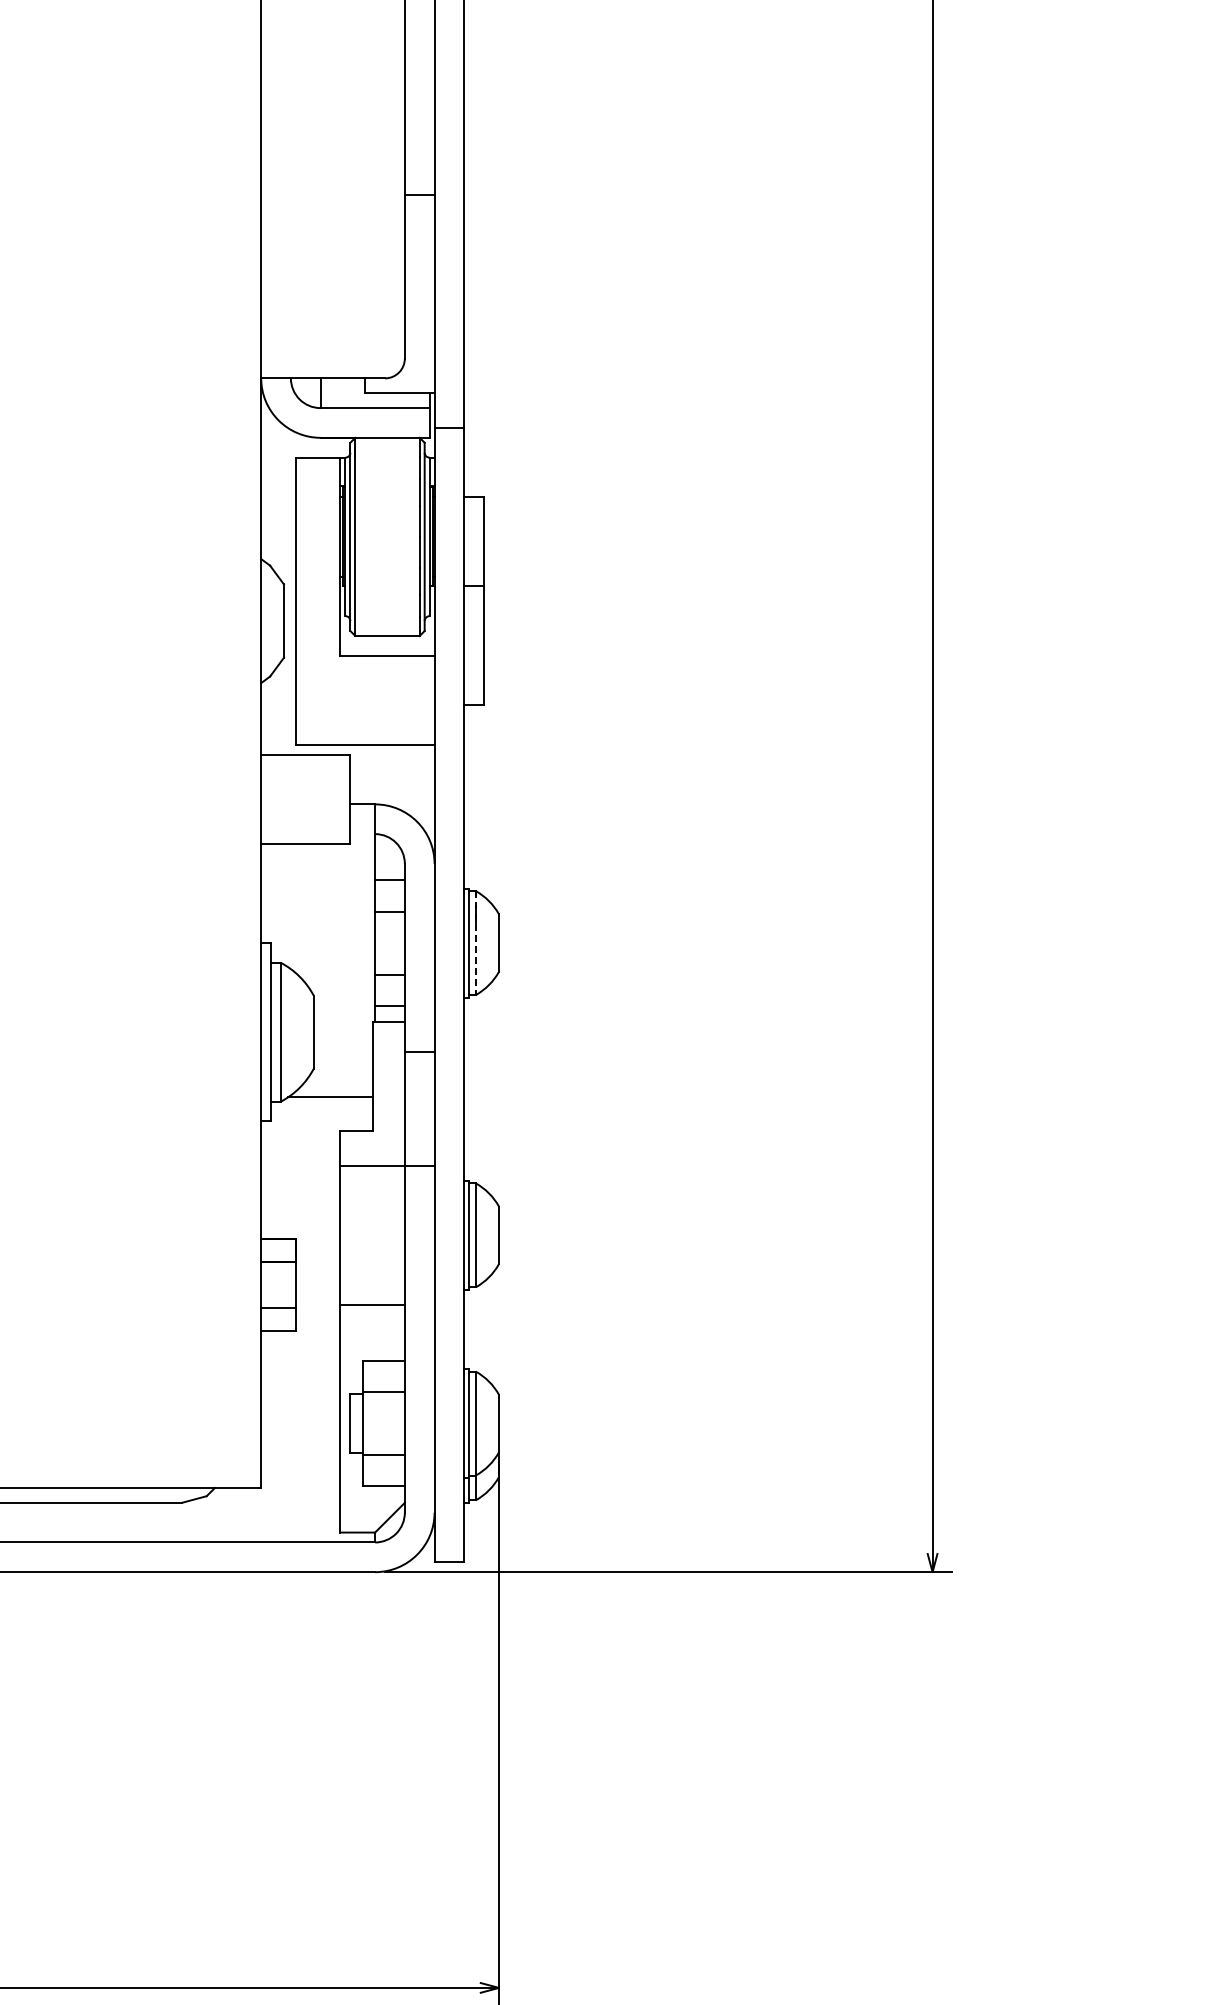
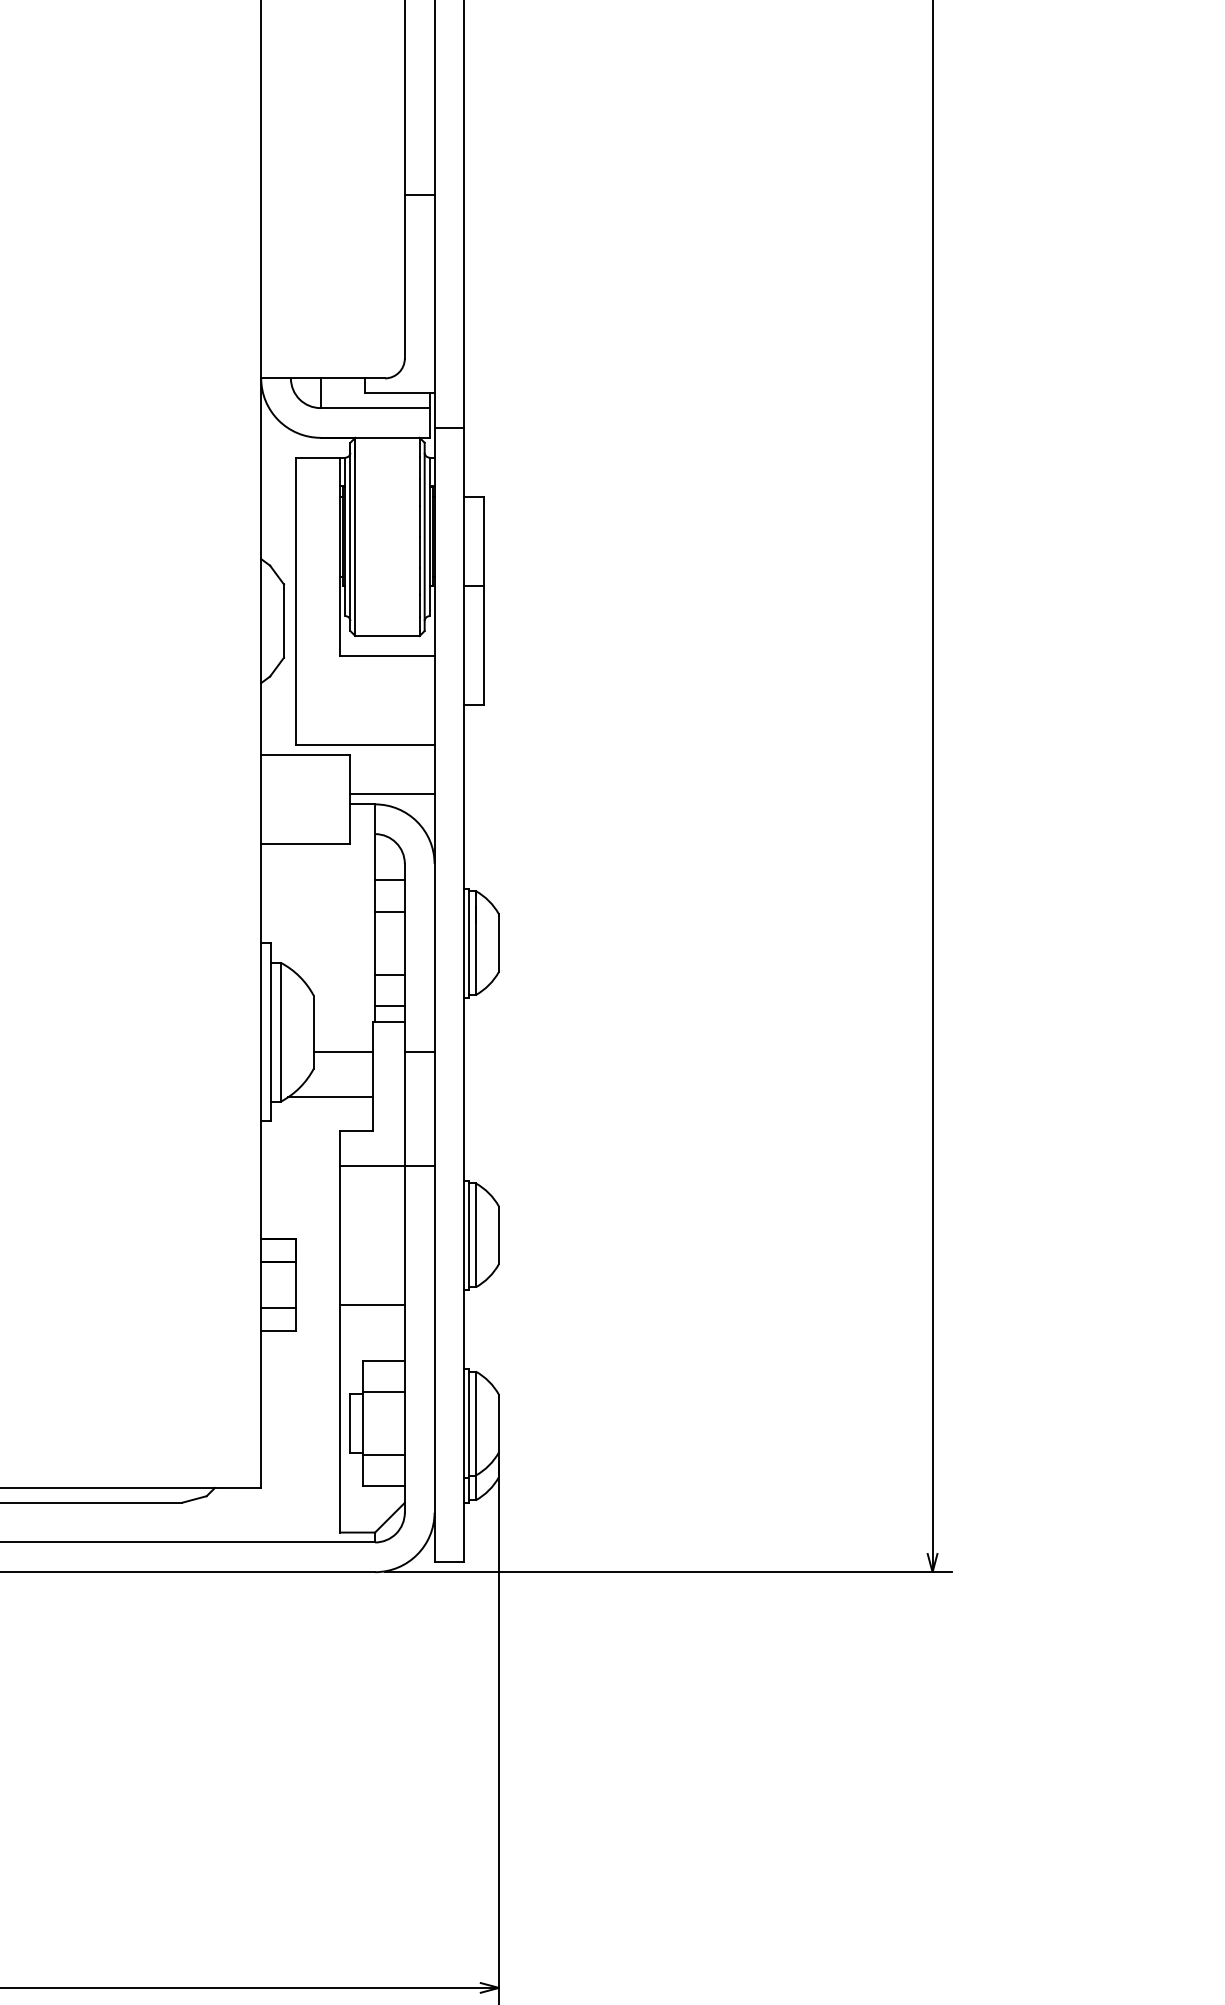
line at (392, 794): none -> present
line at (475, 943): dashed -> solid
line at (343, 1052): none -> present
